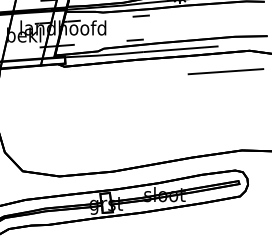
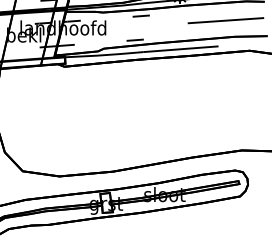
line at (225, 71) position: (225, 71) -> (225, 20)
